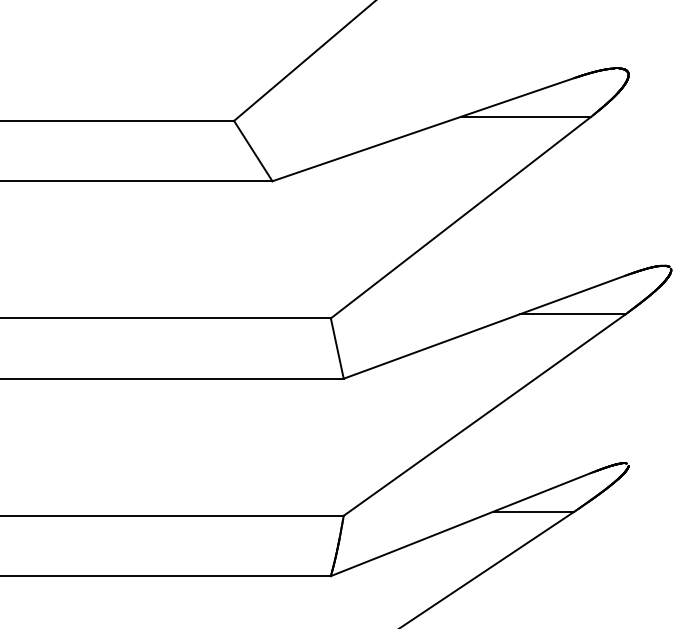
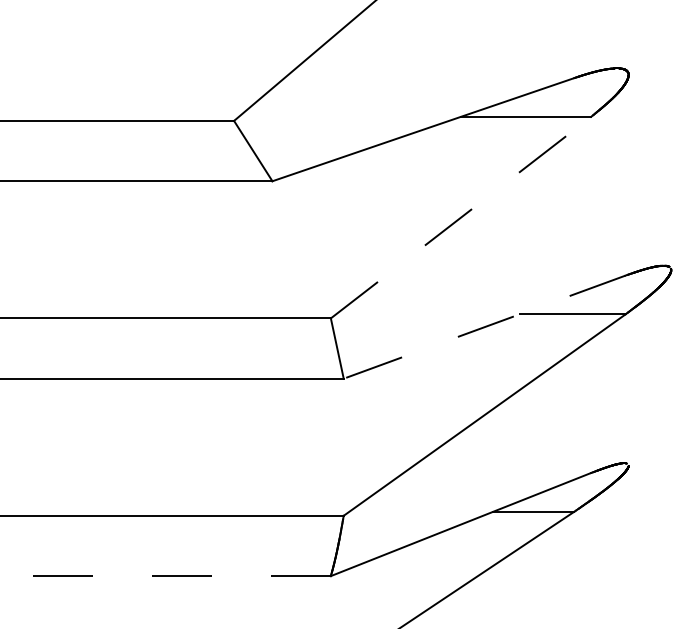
line at (460, 217): solid -> dashed
line at (484, 327): solid -> dashed
line at (165, 576): solid -> dashed
